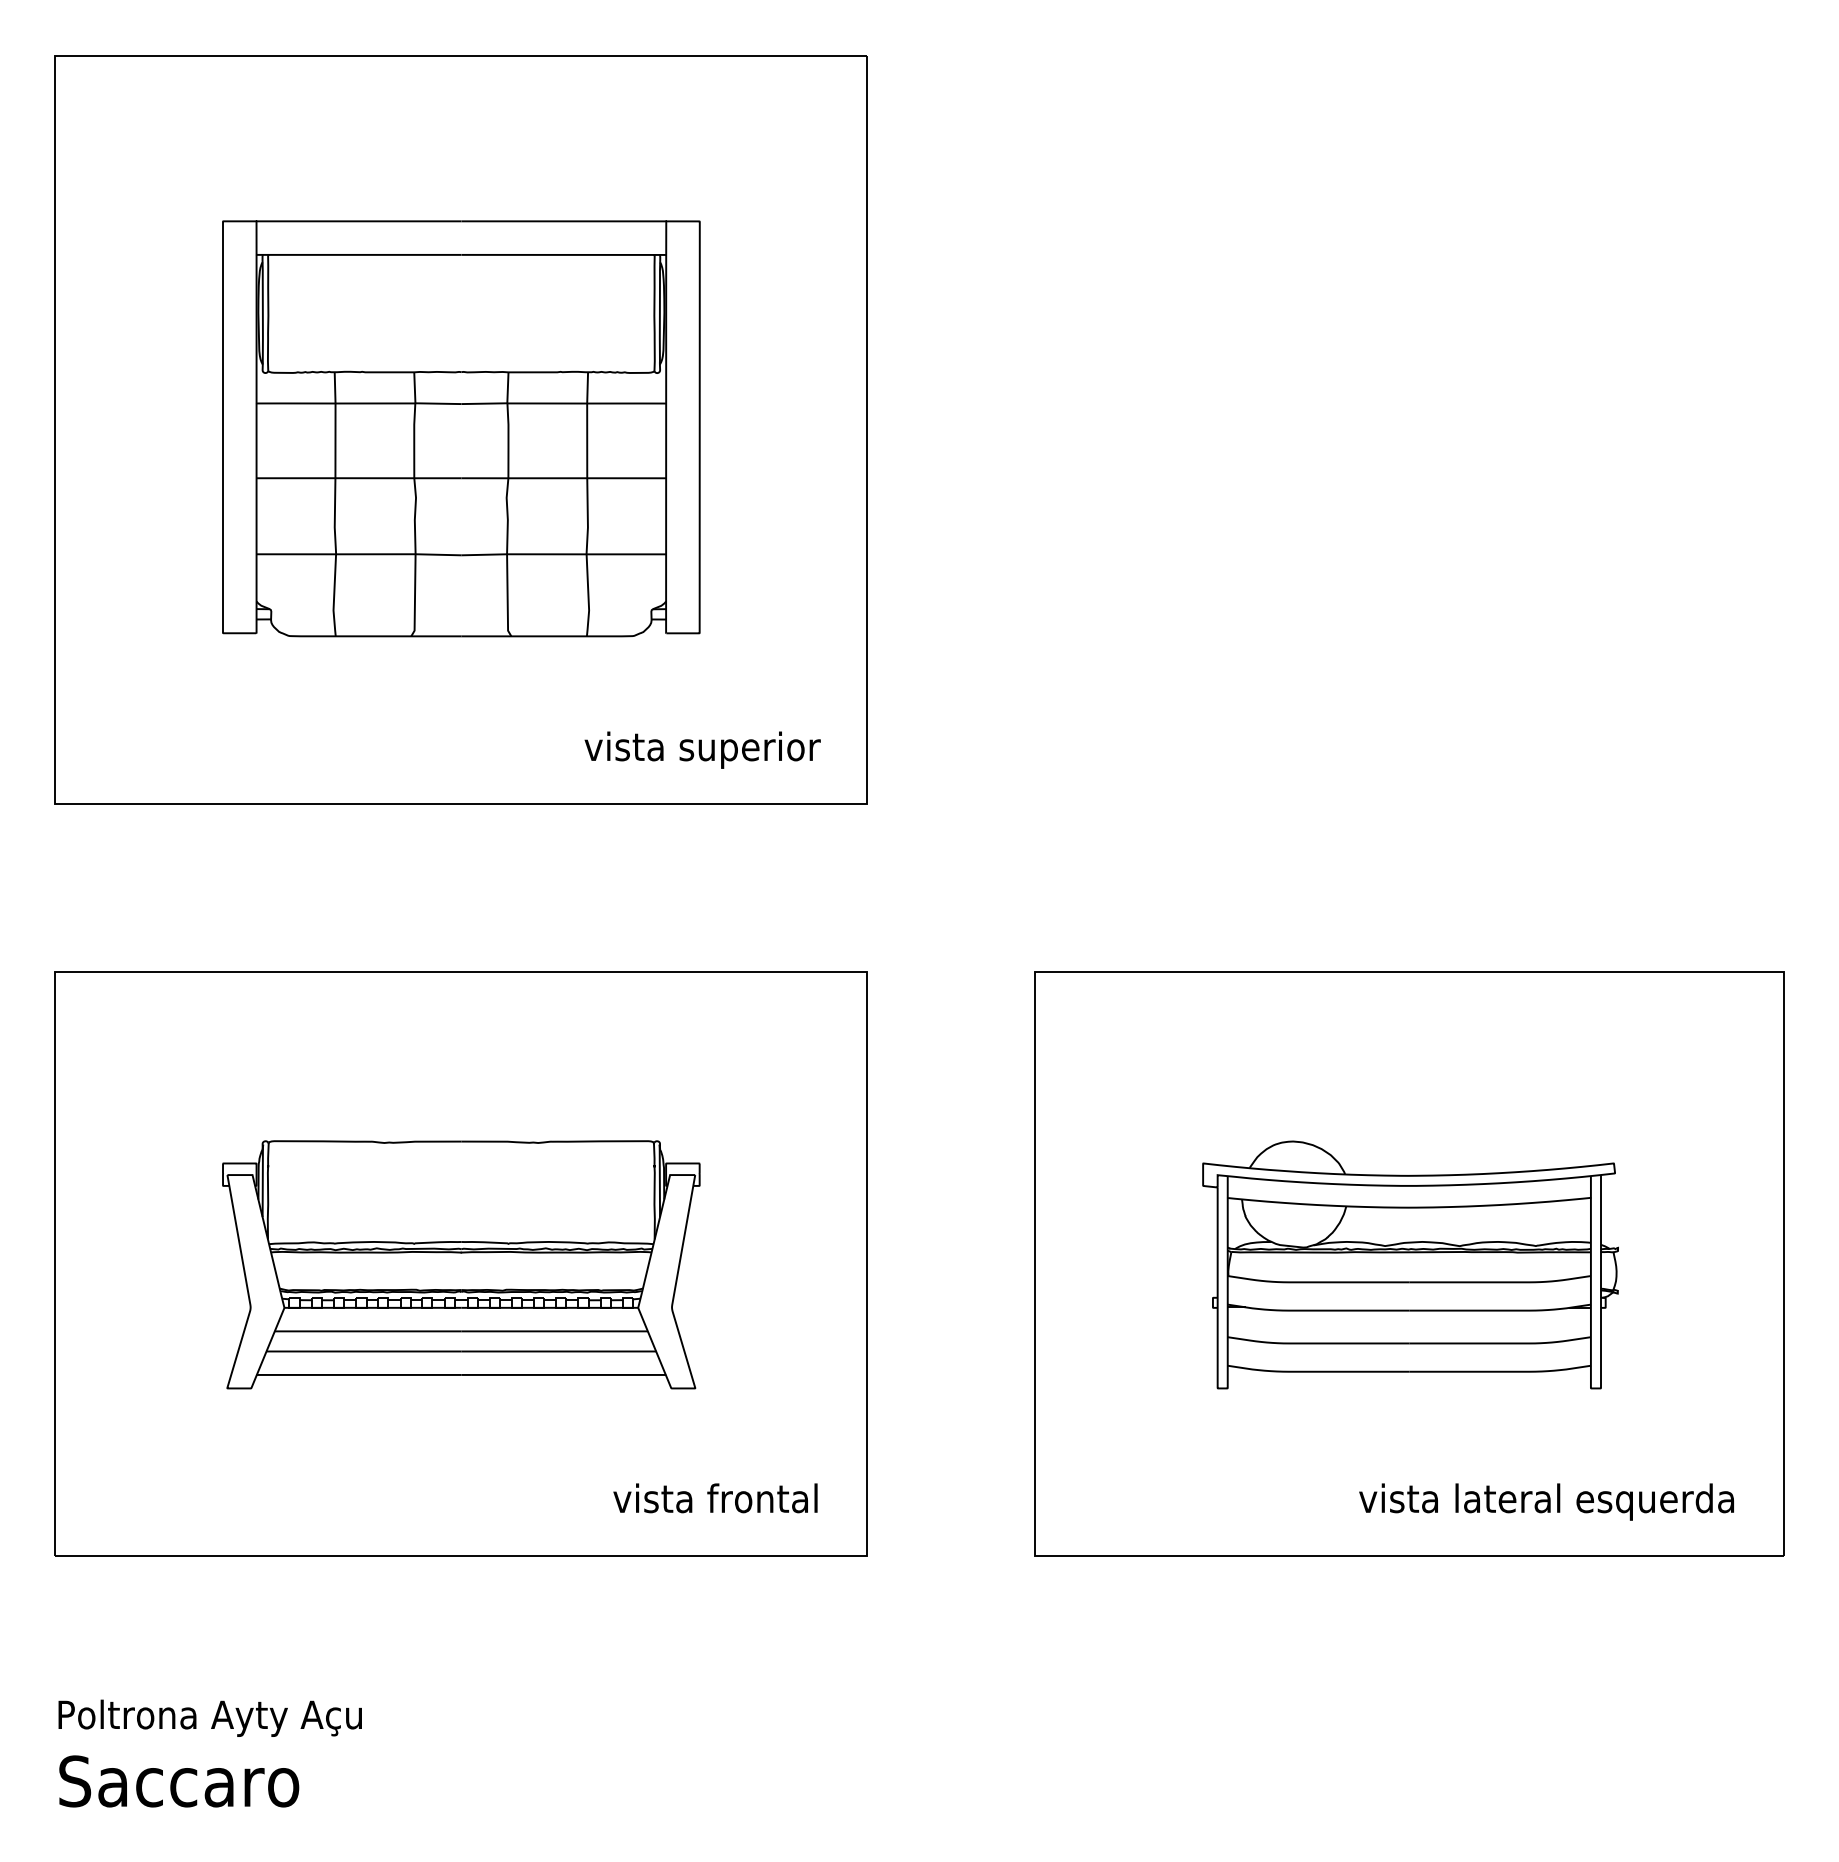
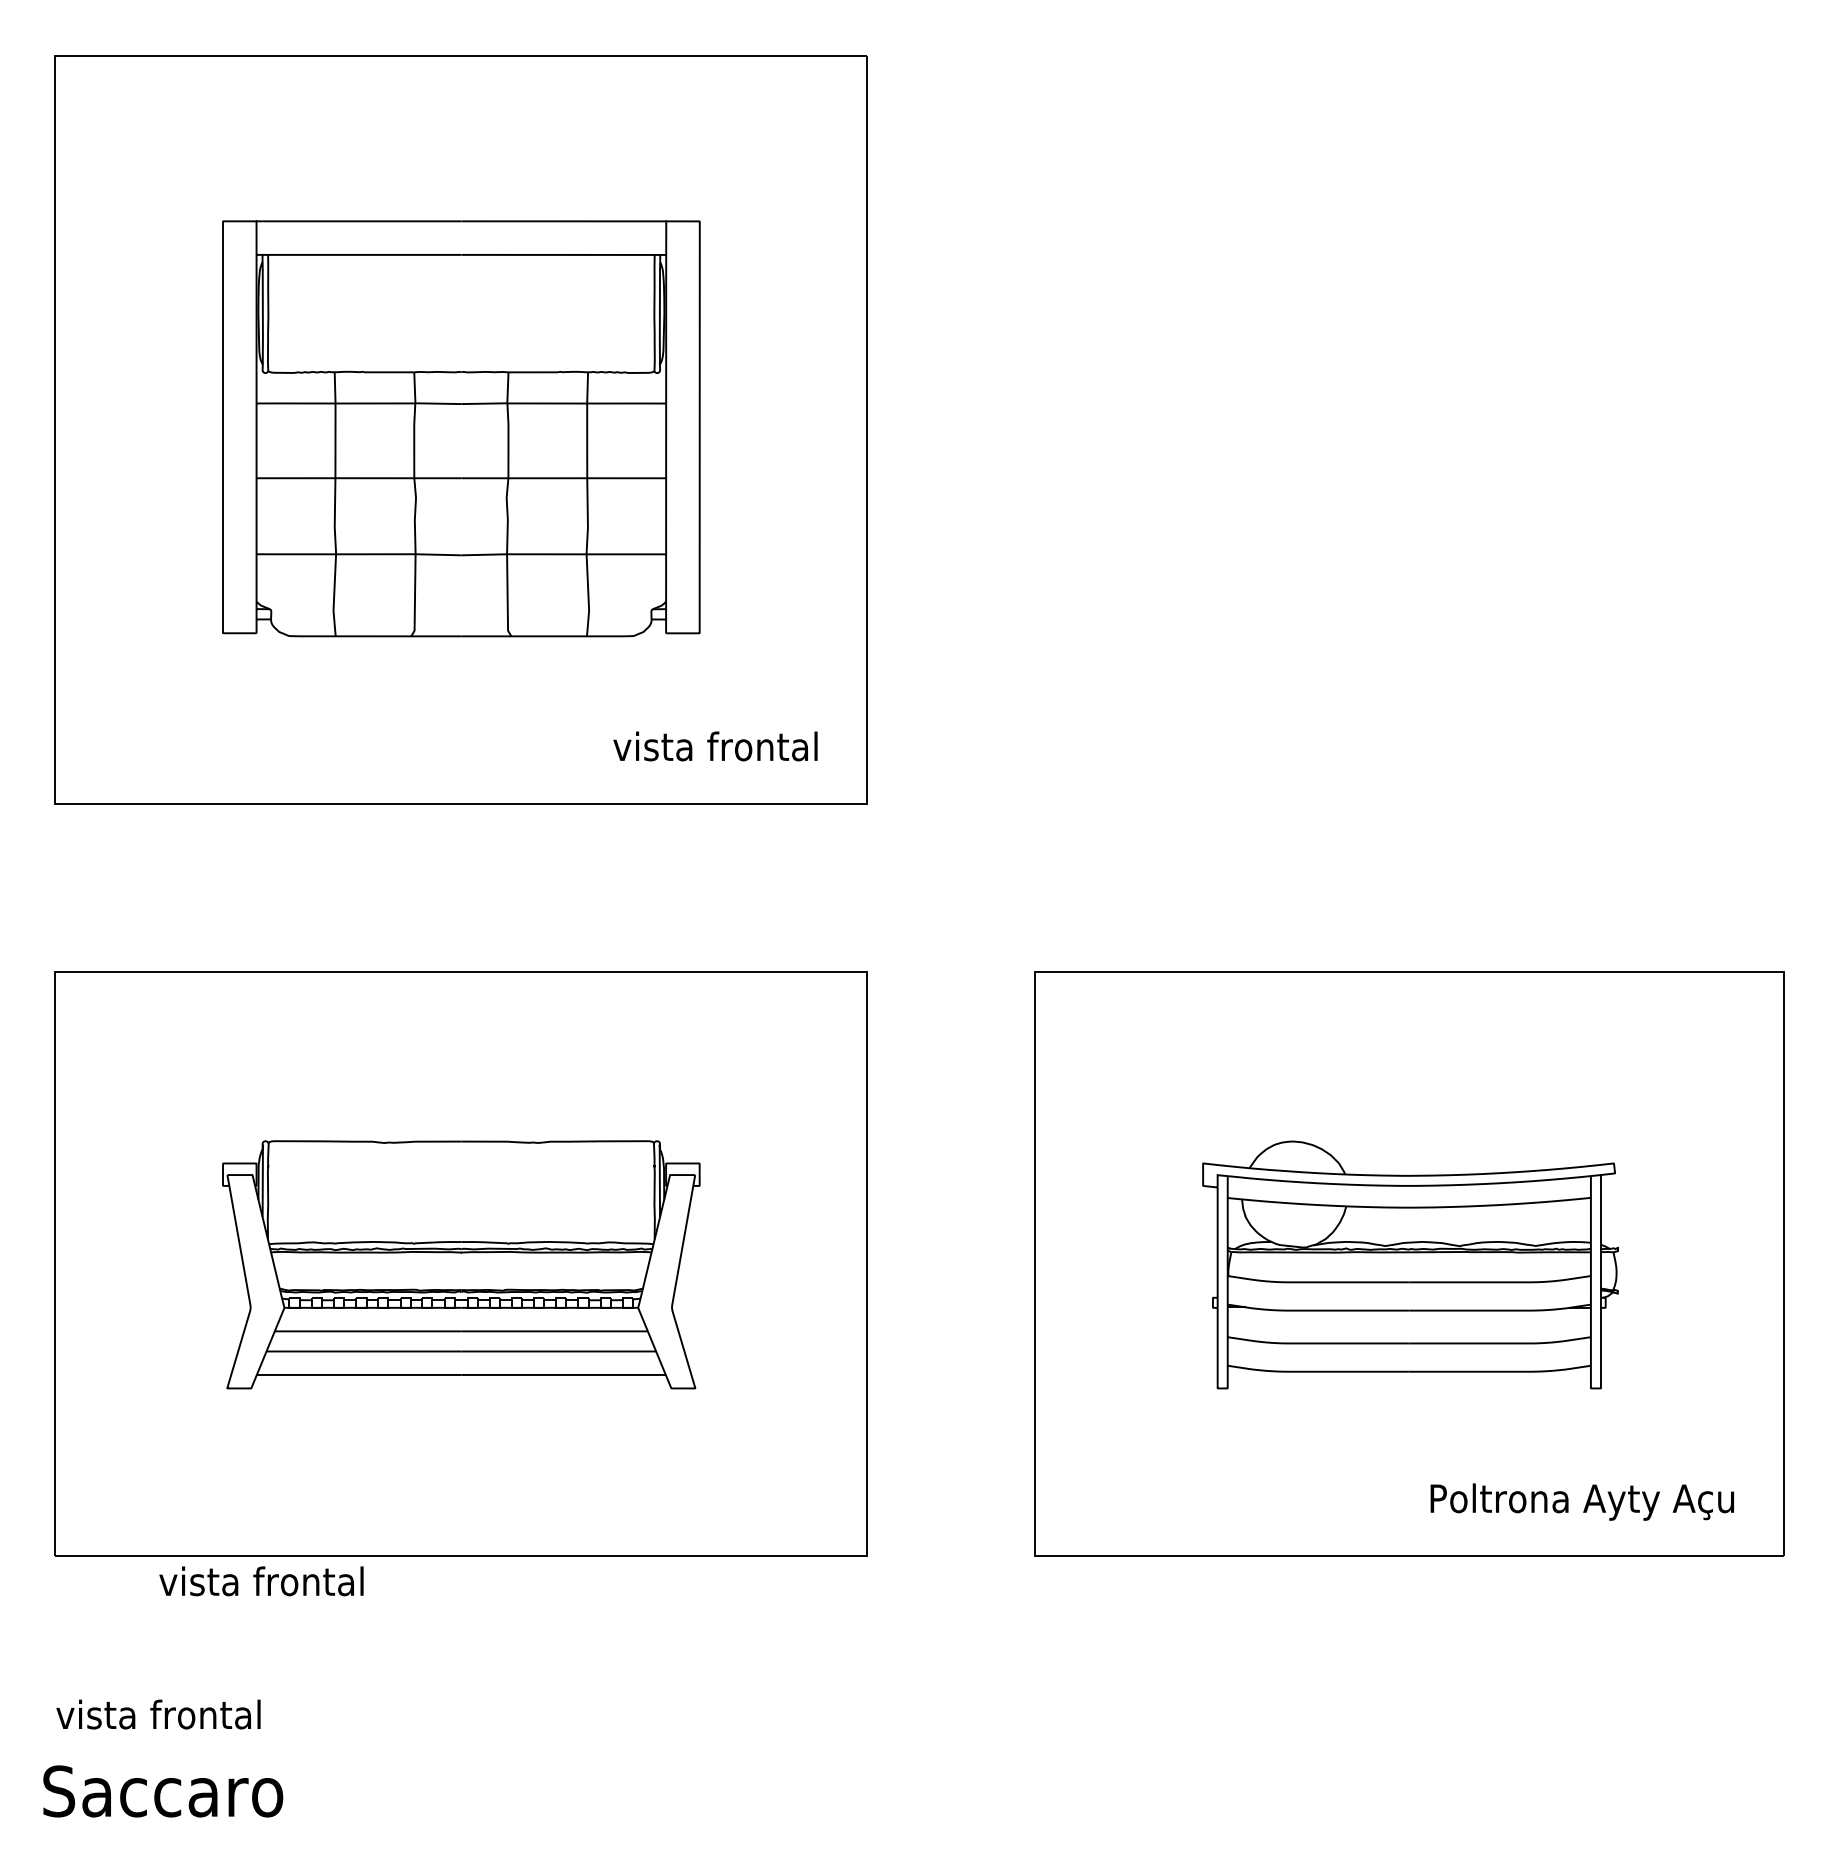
text at (702, 749): vista superior -> vista frontal
text at (715, 1498) position: (715, 1498) -> (261, 1581)
text at (1546, 1501): vista lateral esquerda -> Poltrona Ayty Açu
text at (208, 1717): Poltrona Ayty Açu -> vista frontal
text at (179, 1781) position: (179, 1781) -> (163, 1791)
